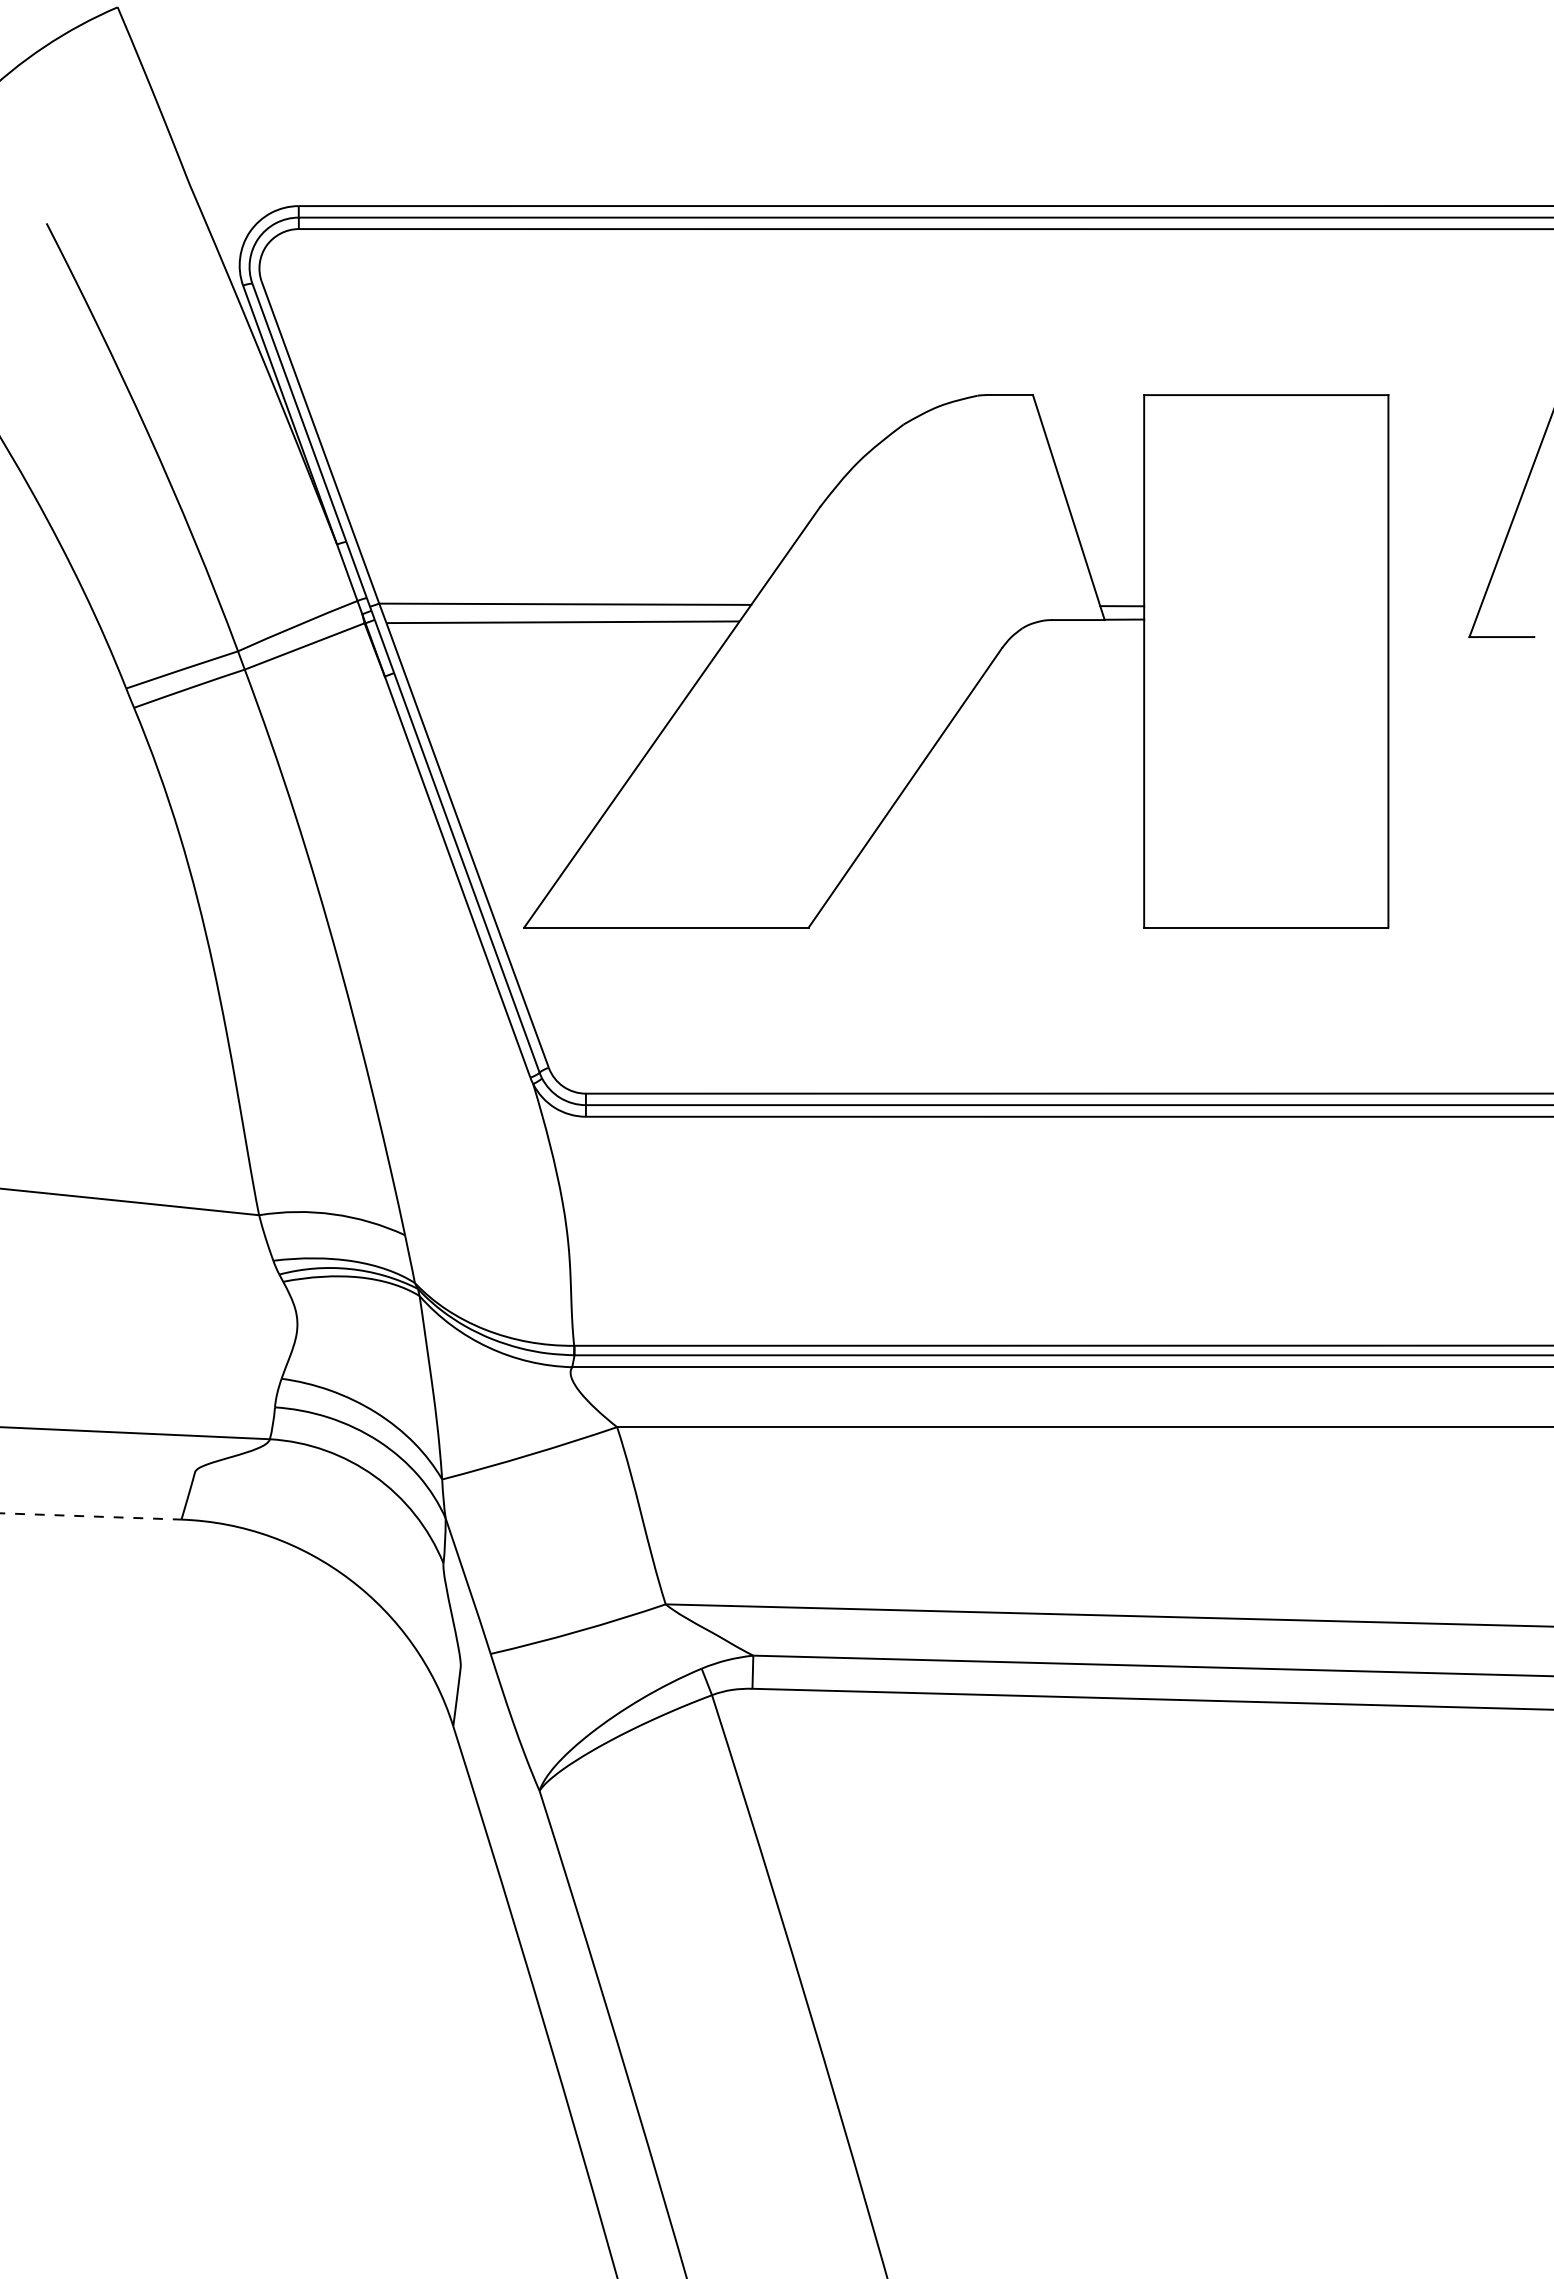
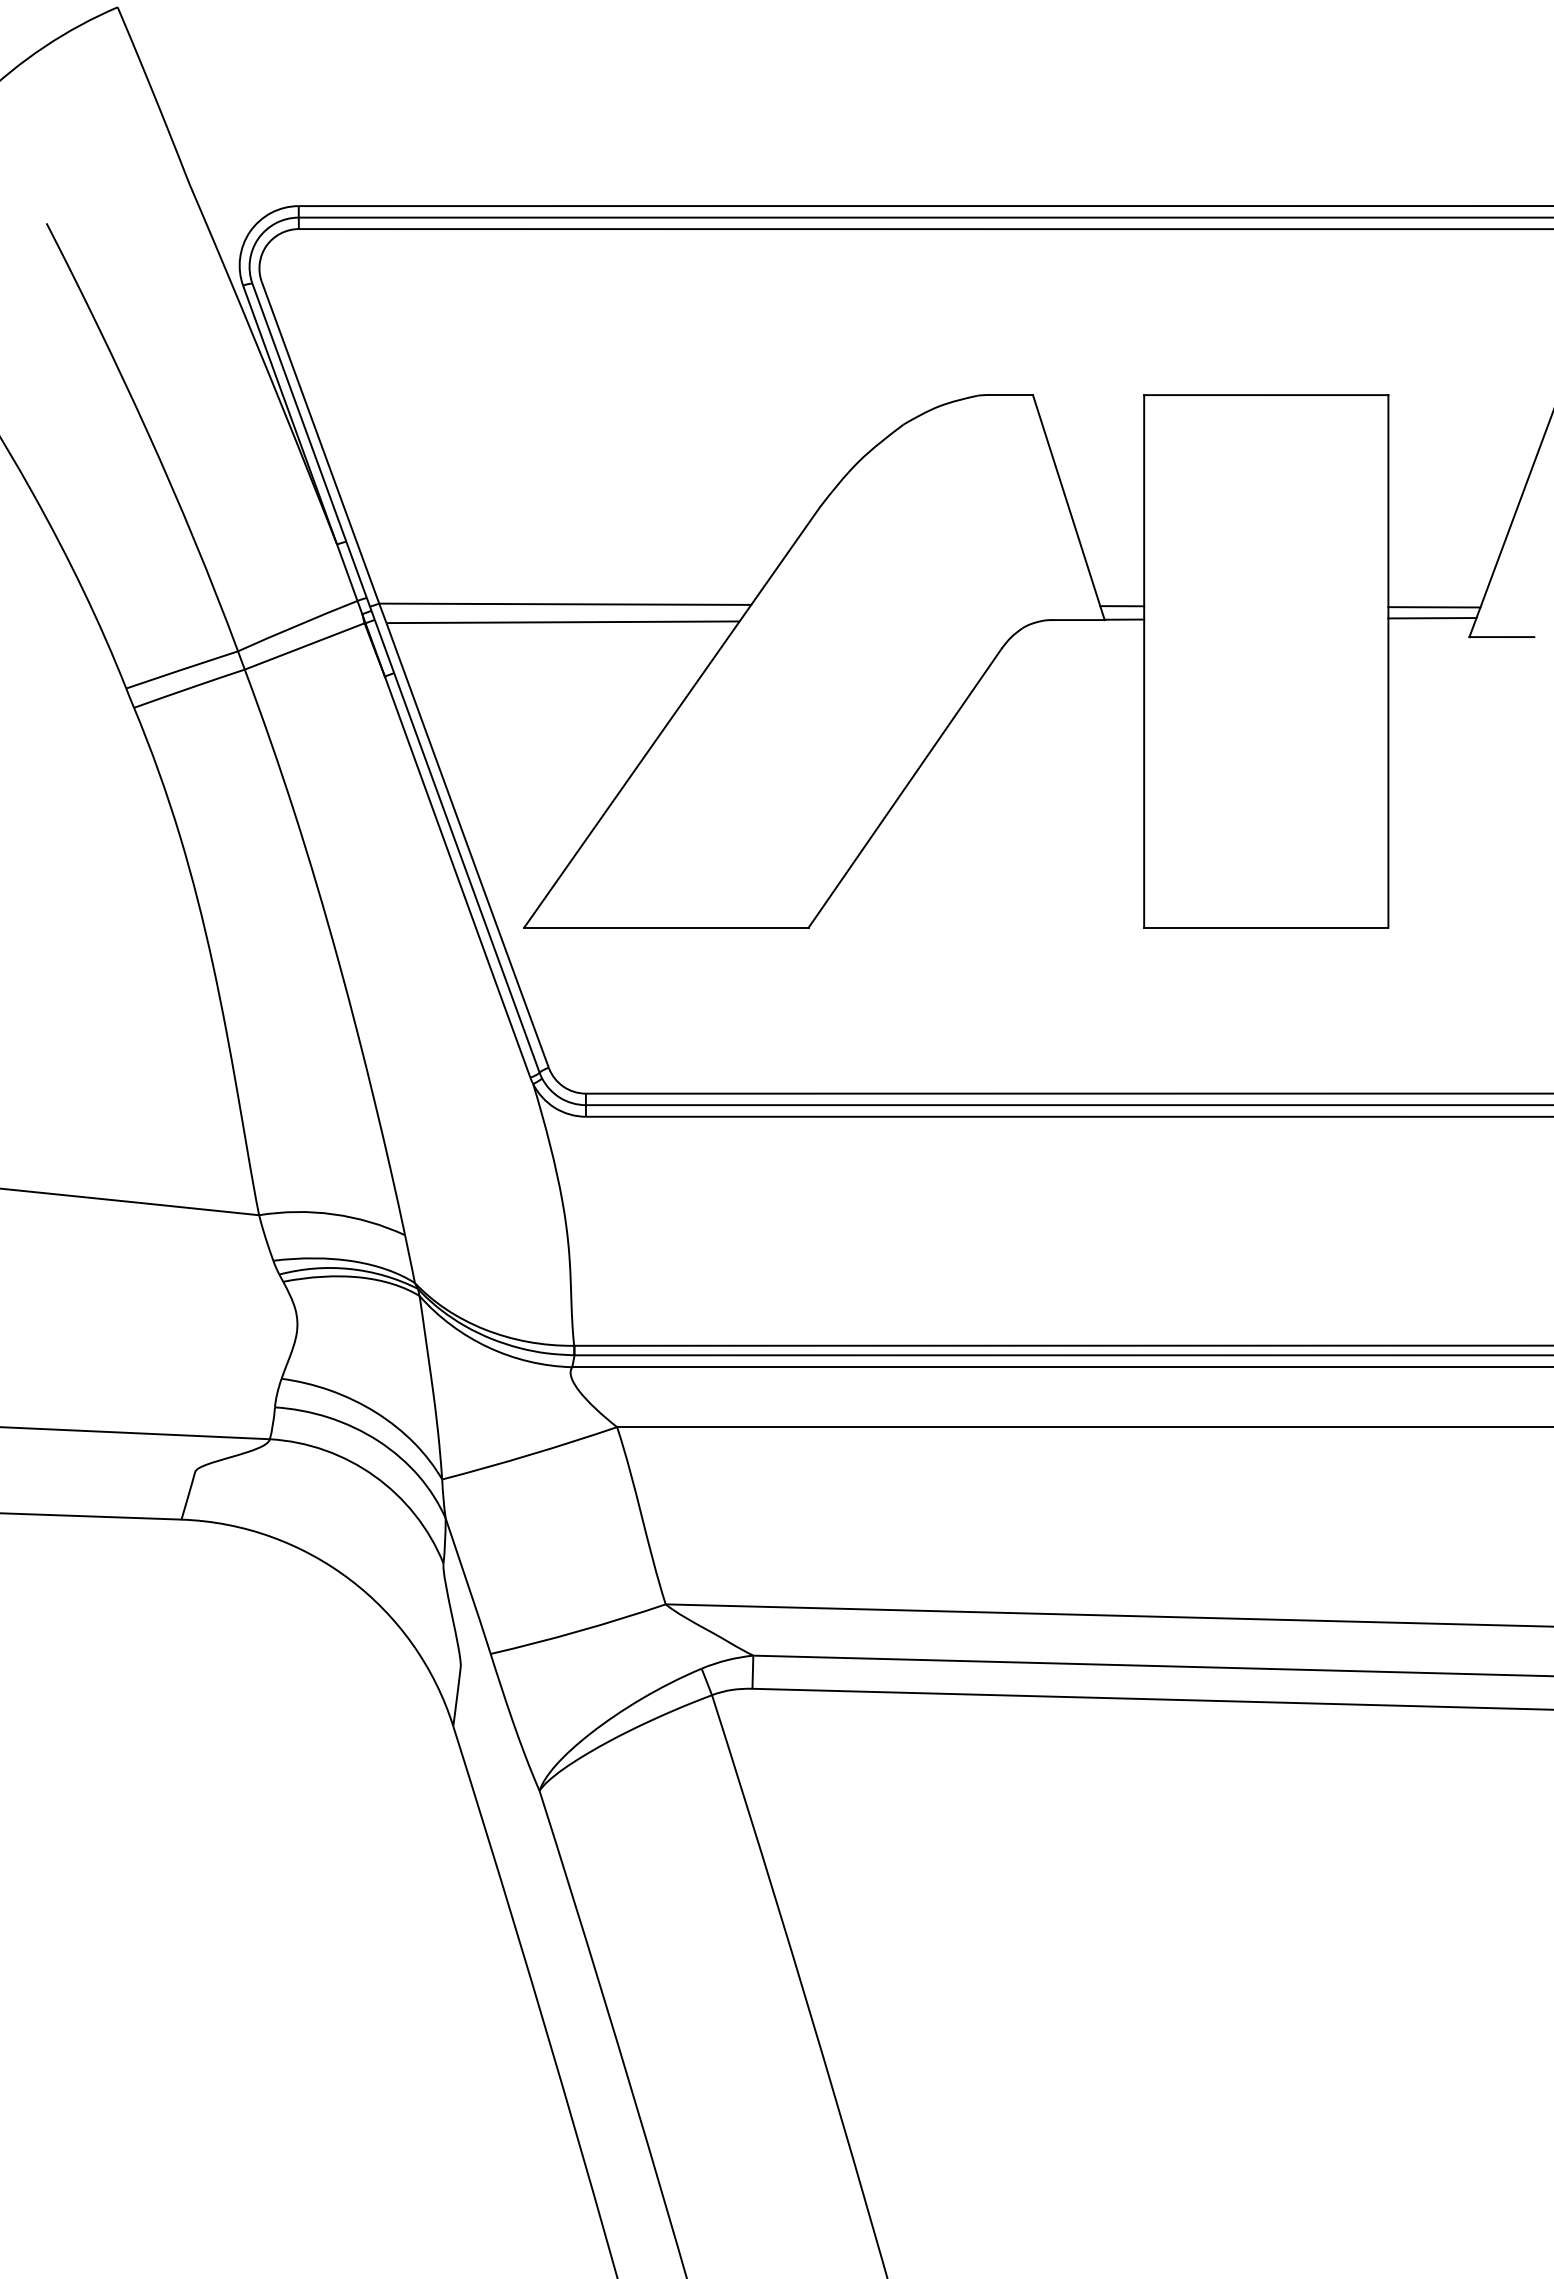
line at (1434, 607): none -> present
line at (1432, 618): none -> present
line at (91, 1516): dashed -> solid
